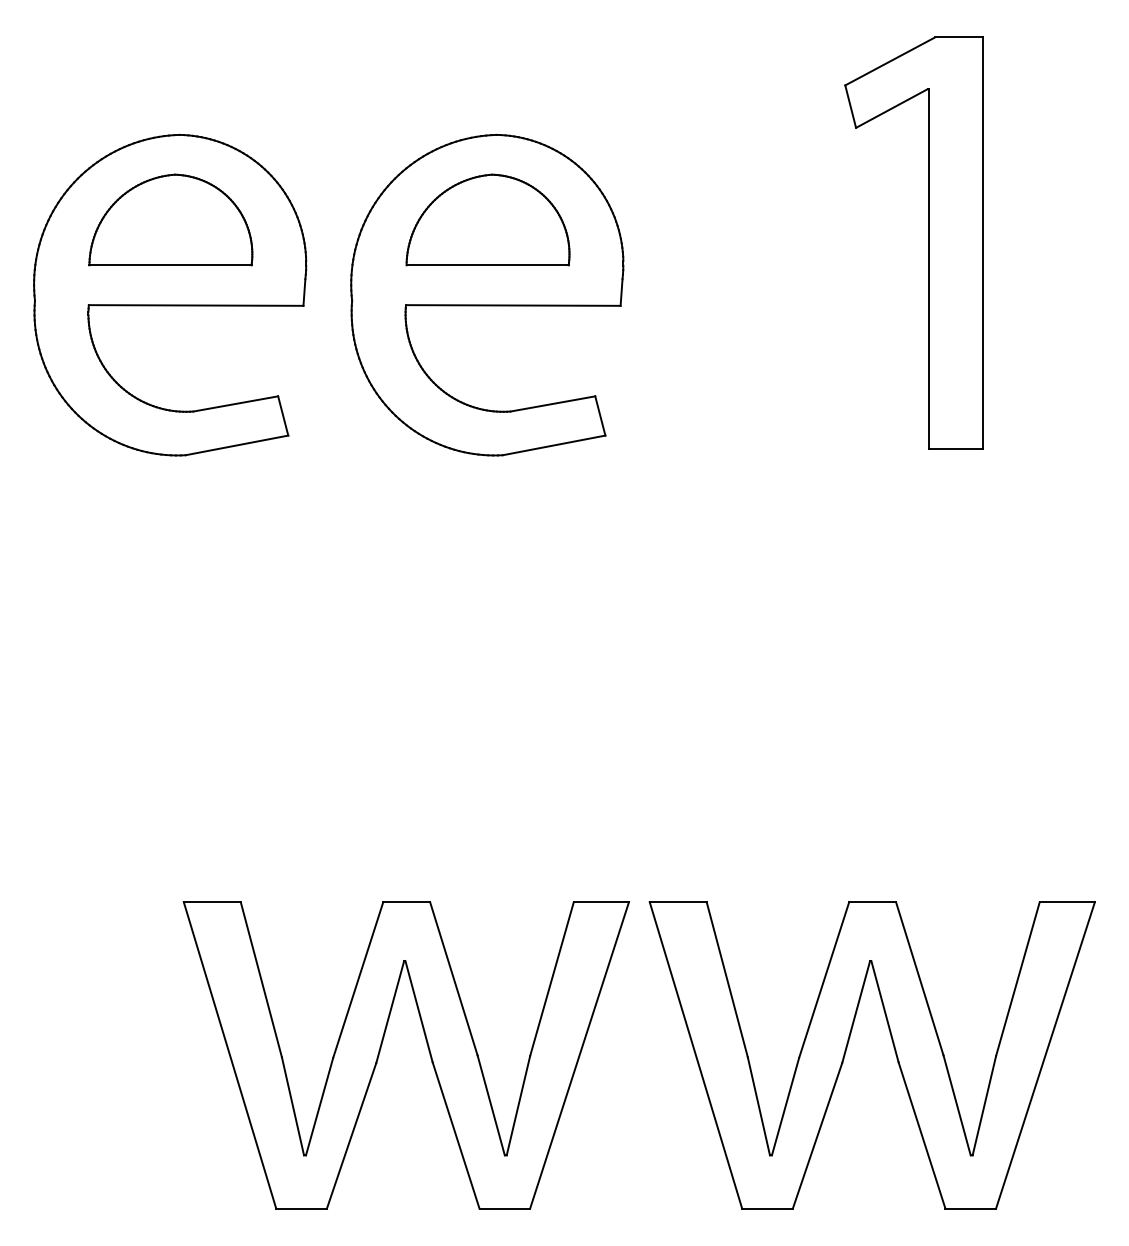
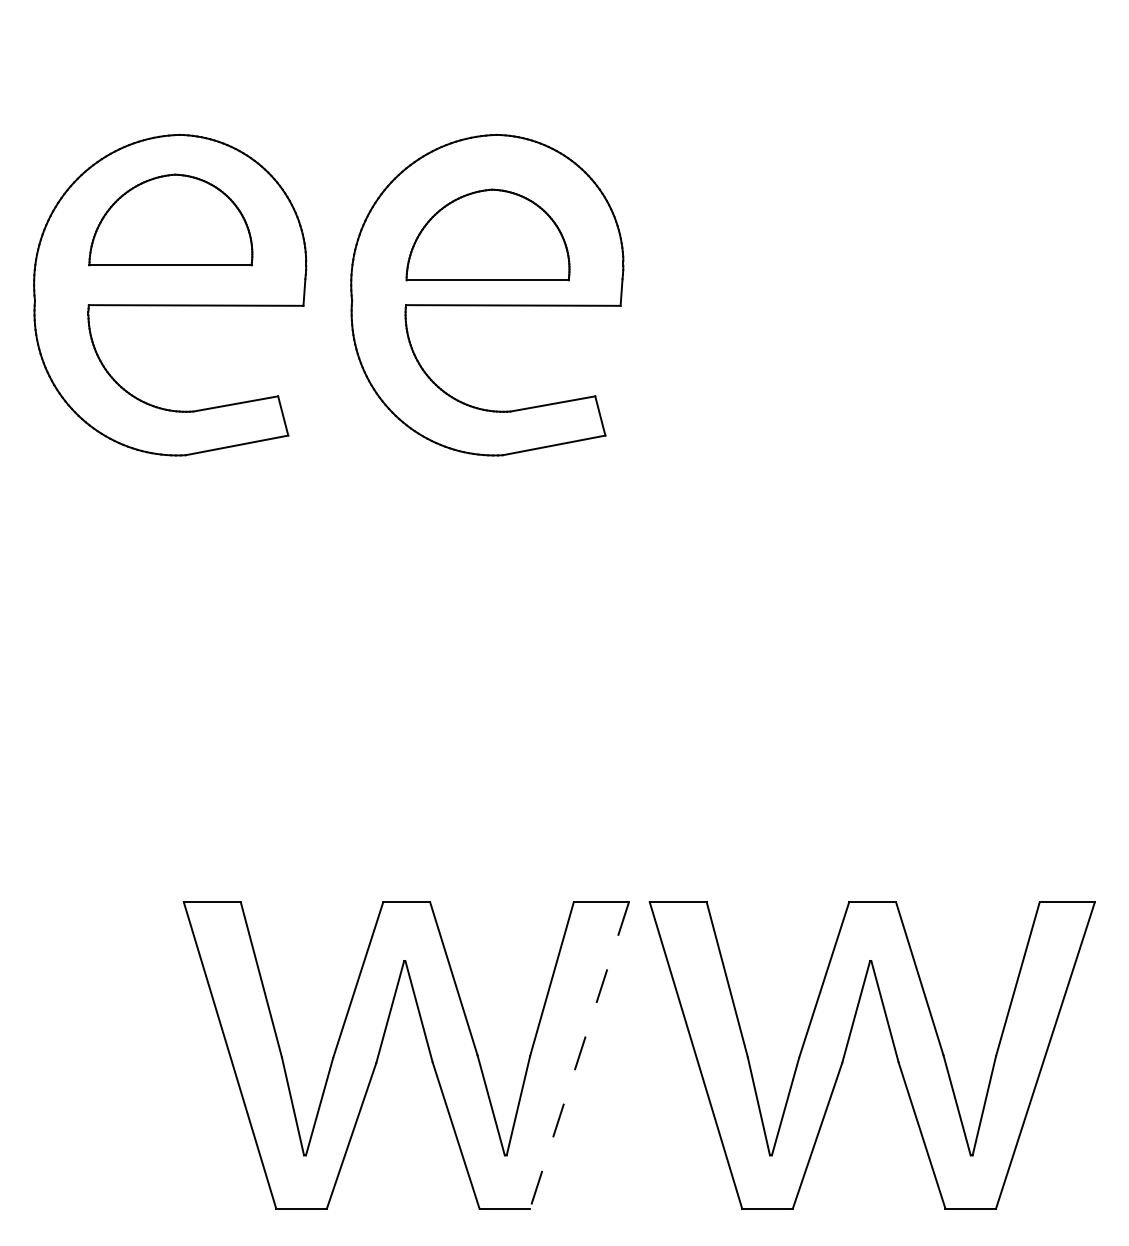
part at (487, 219) position: (487, 219) -> (487, 234)
part at (928, 242): present -> none
line at (579, 1055): solid -> dashed
